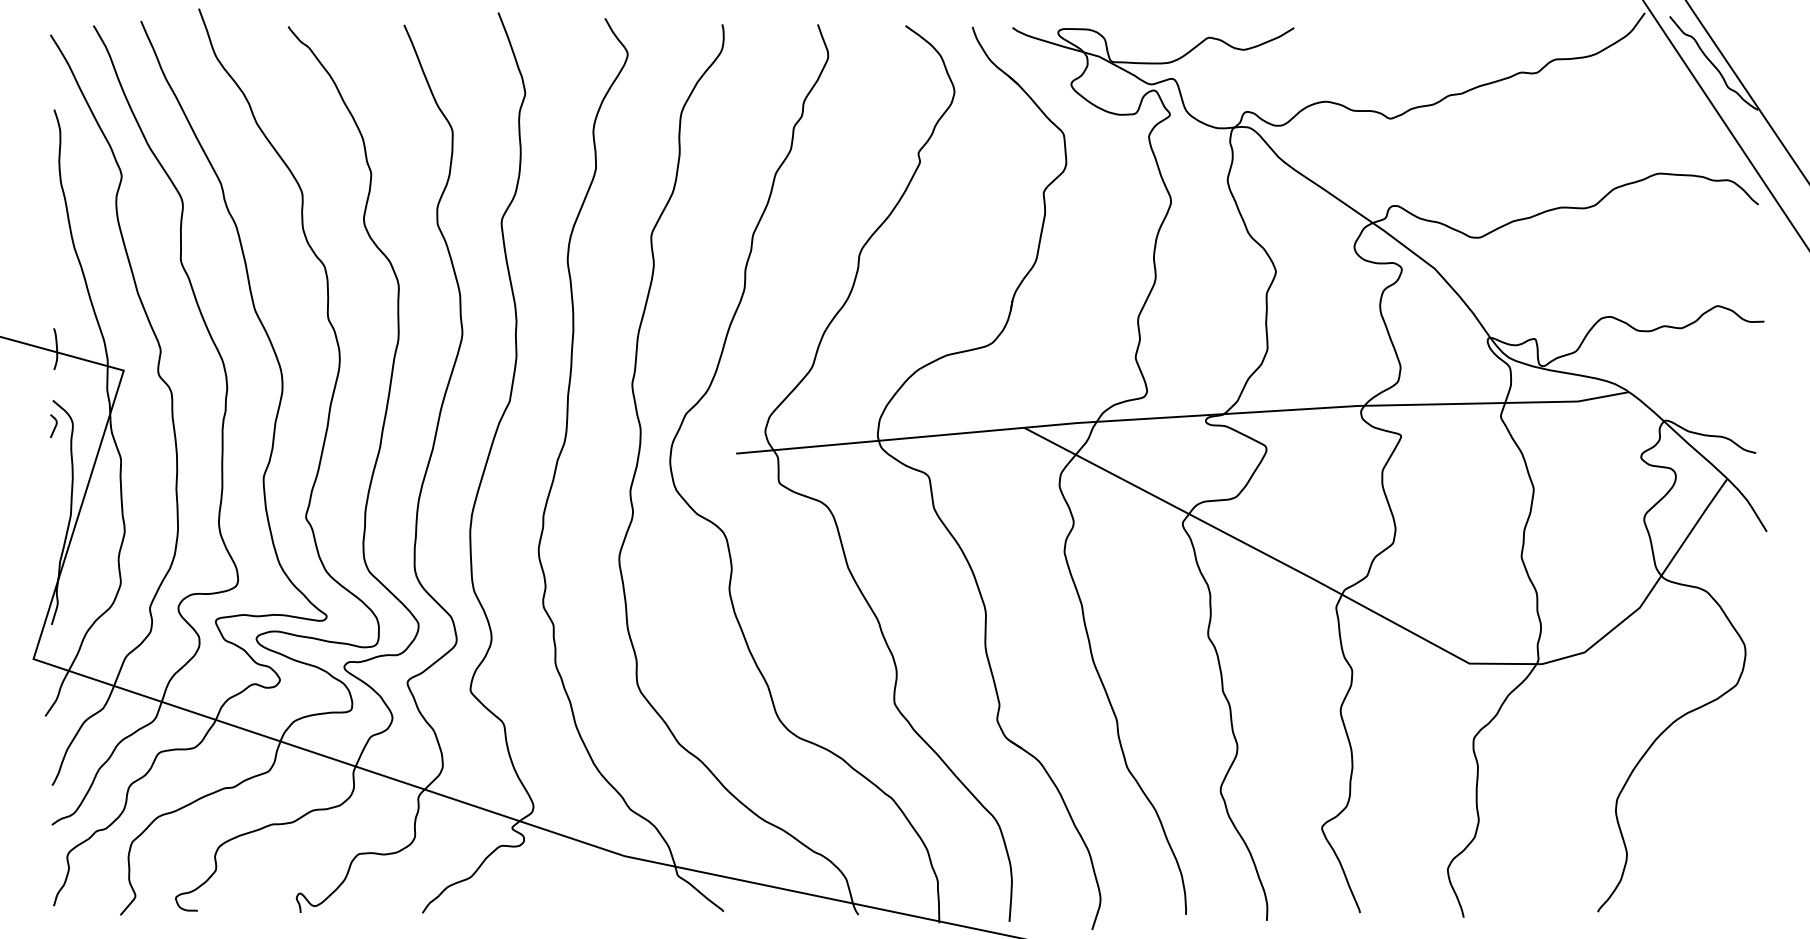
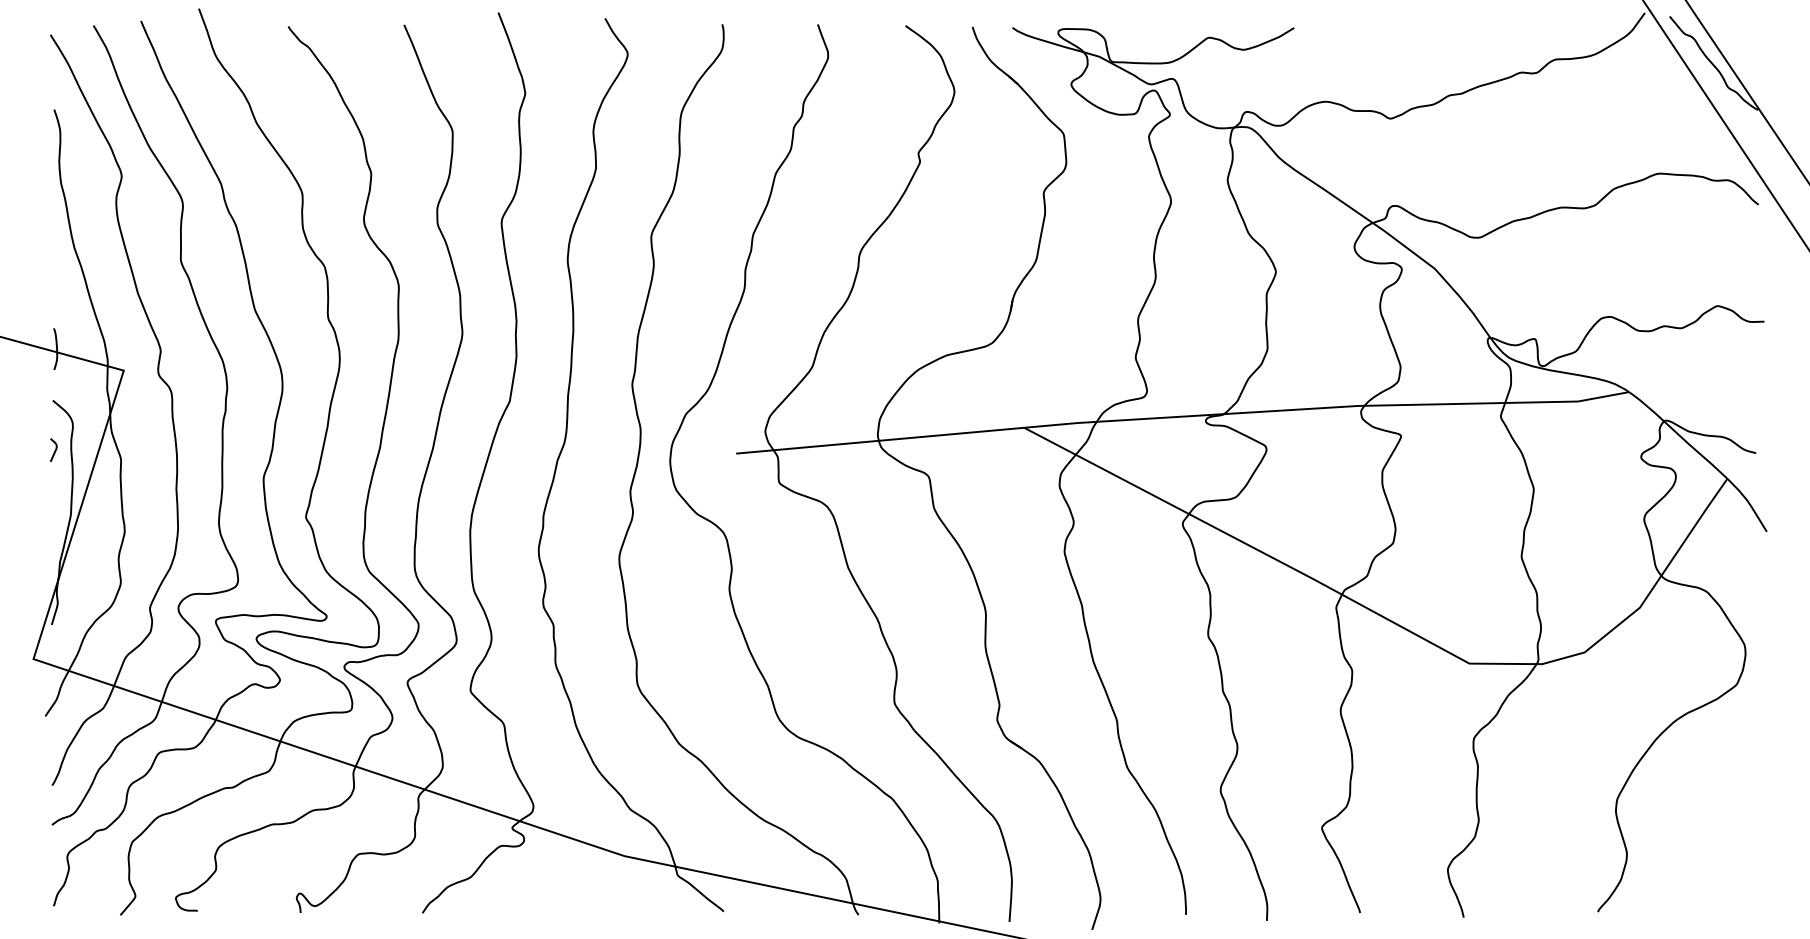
curve at (54, 426) position: (54, 426) -> (54, 450)
